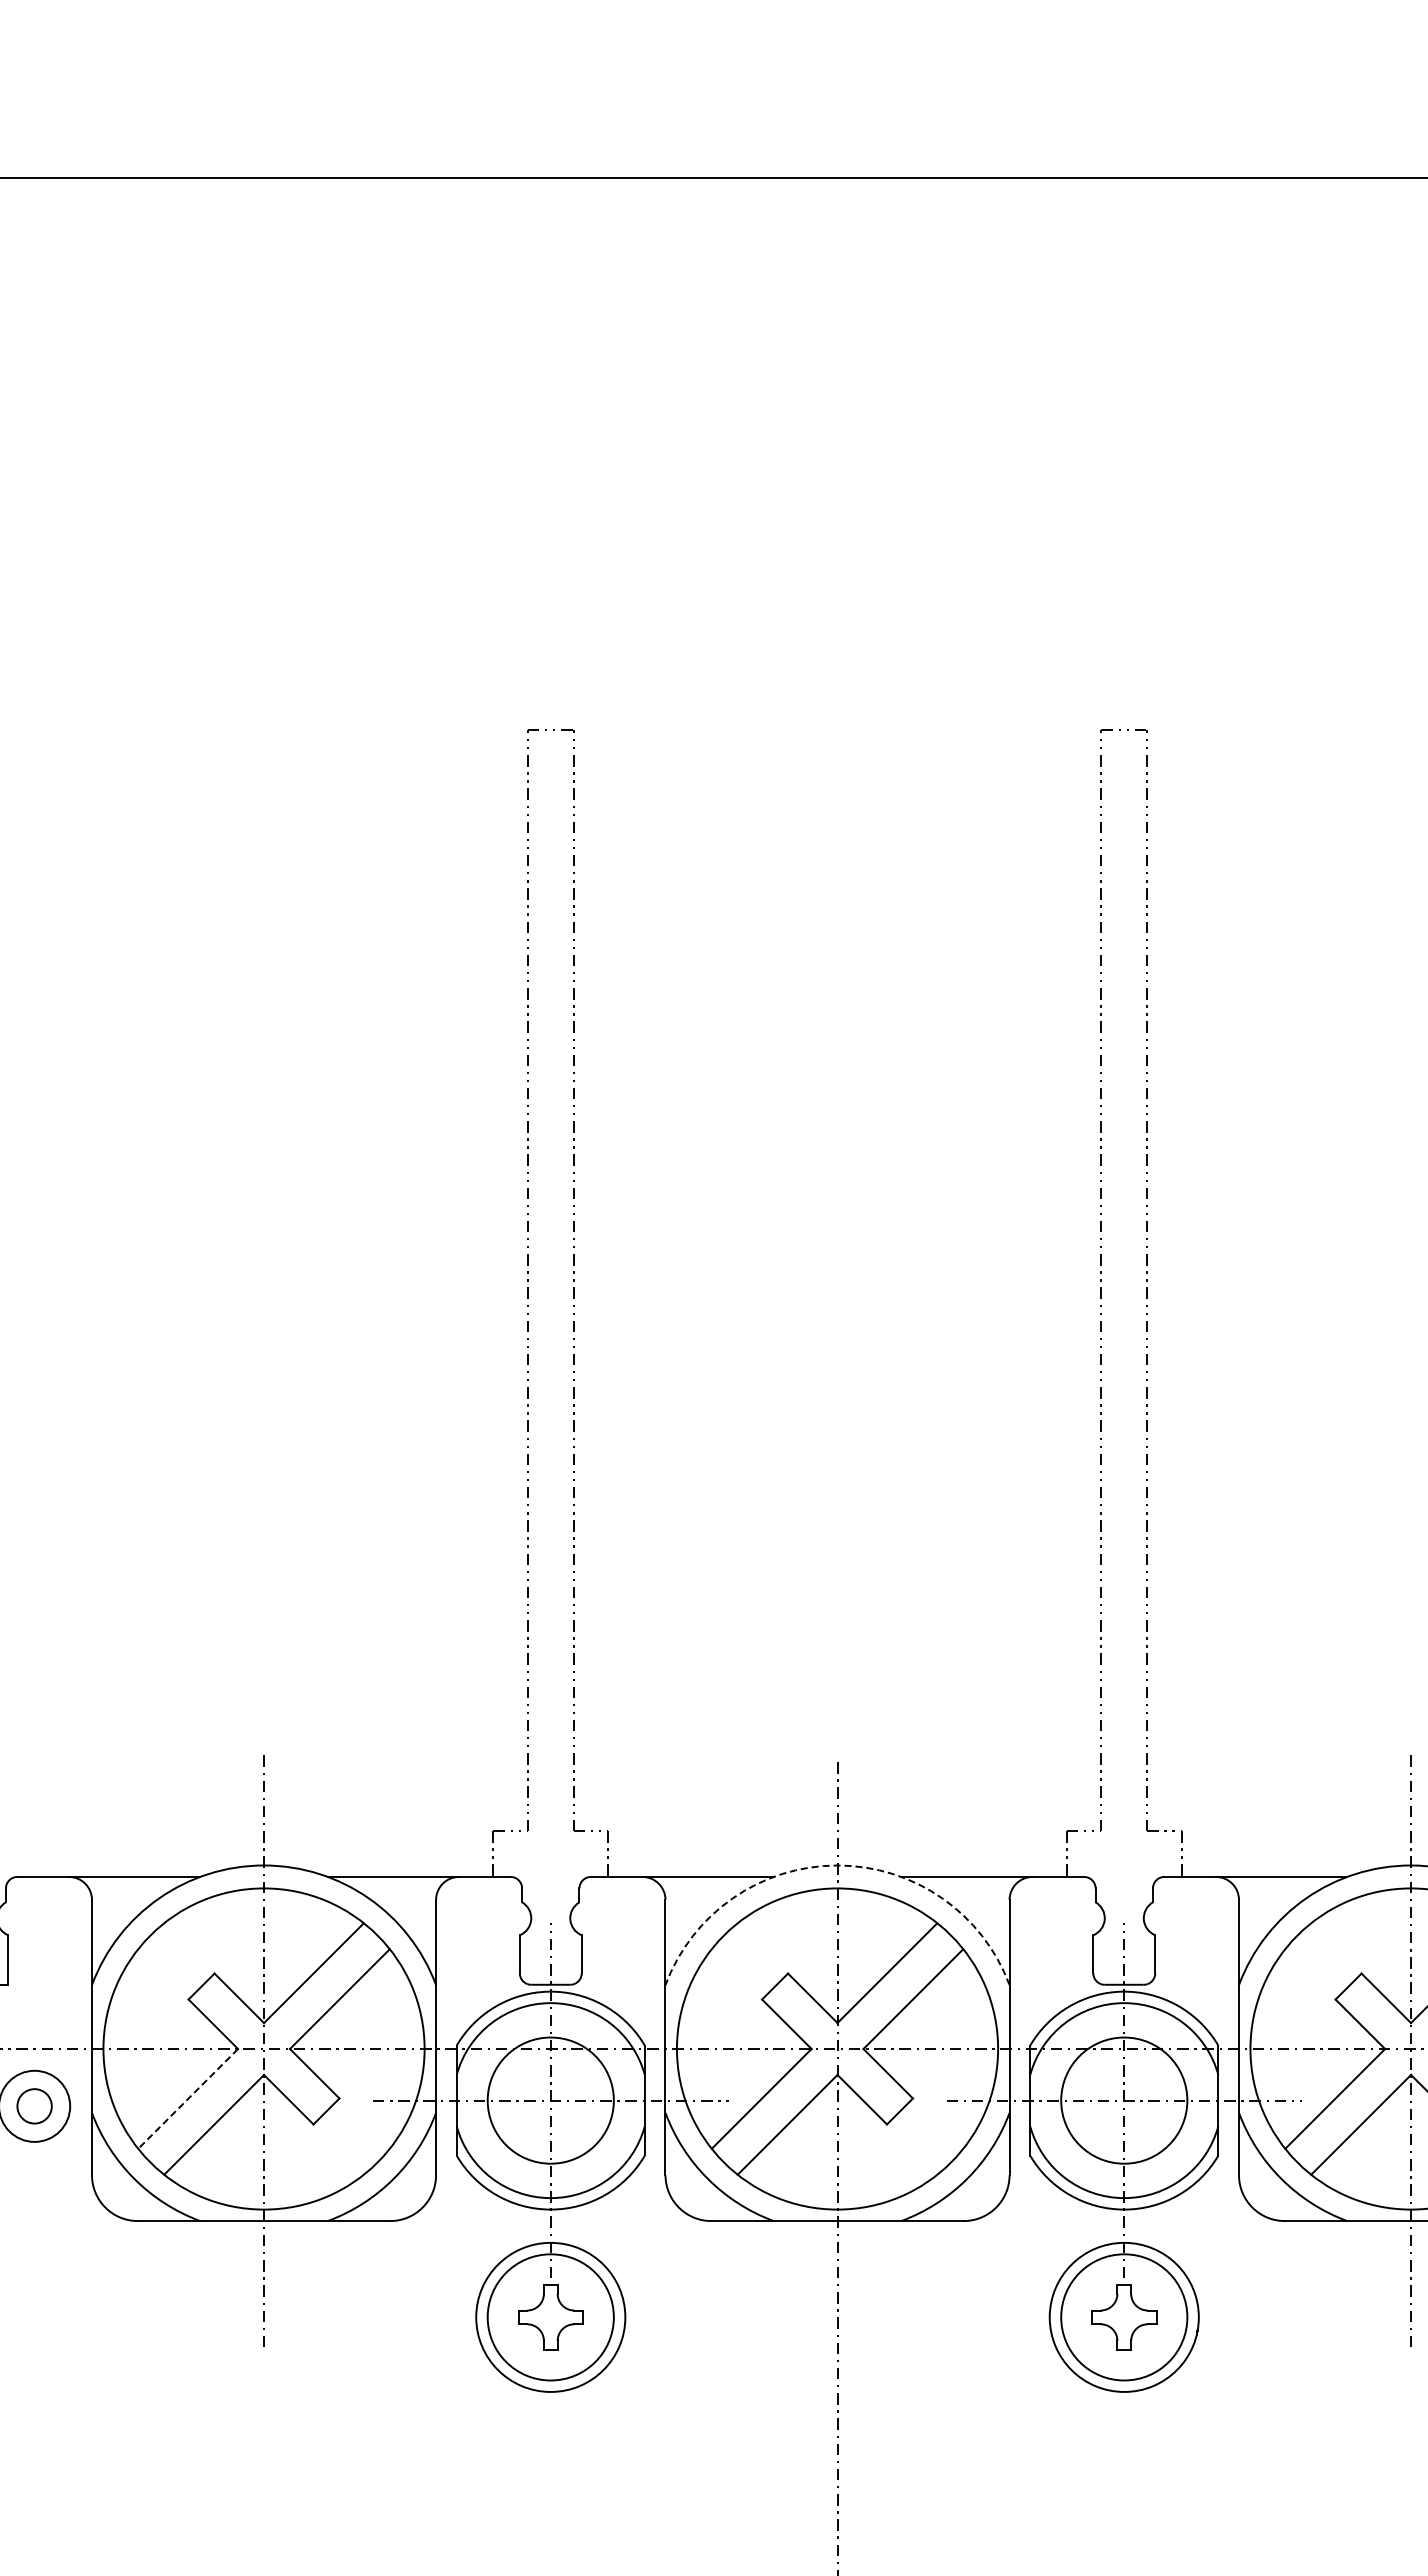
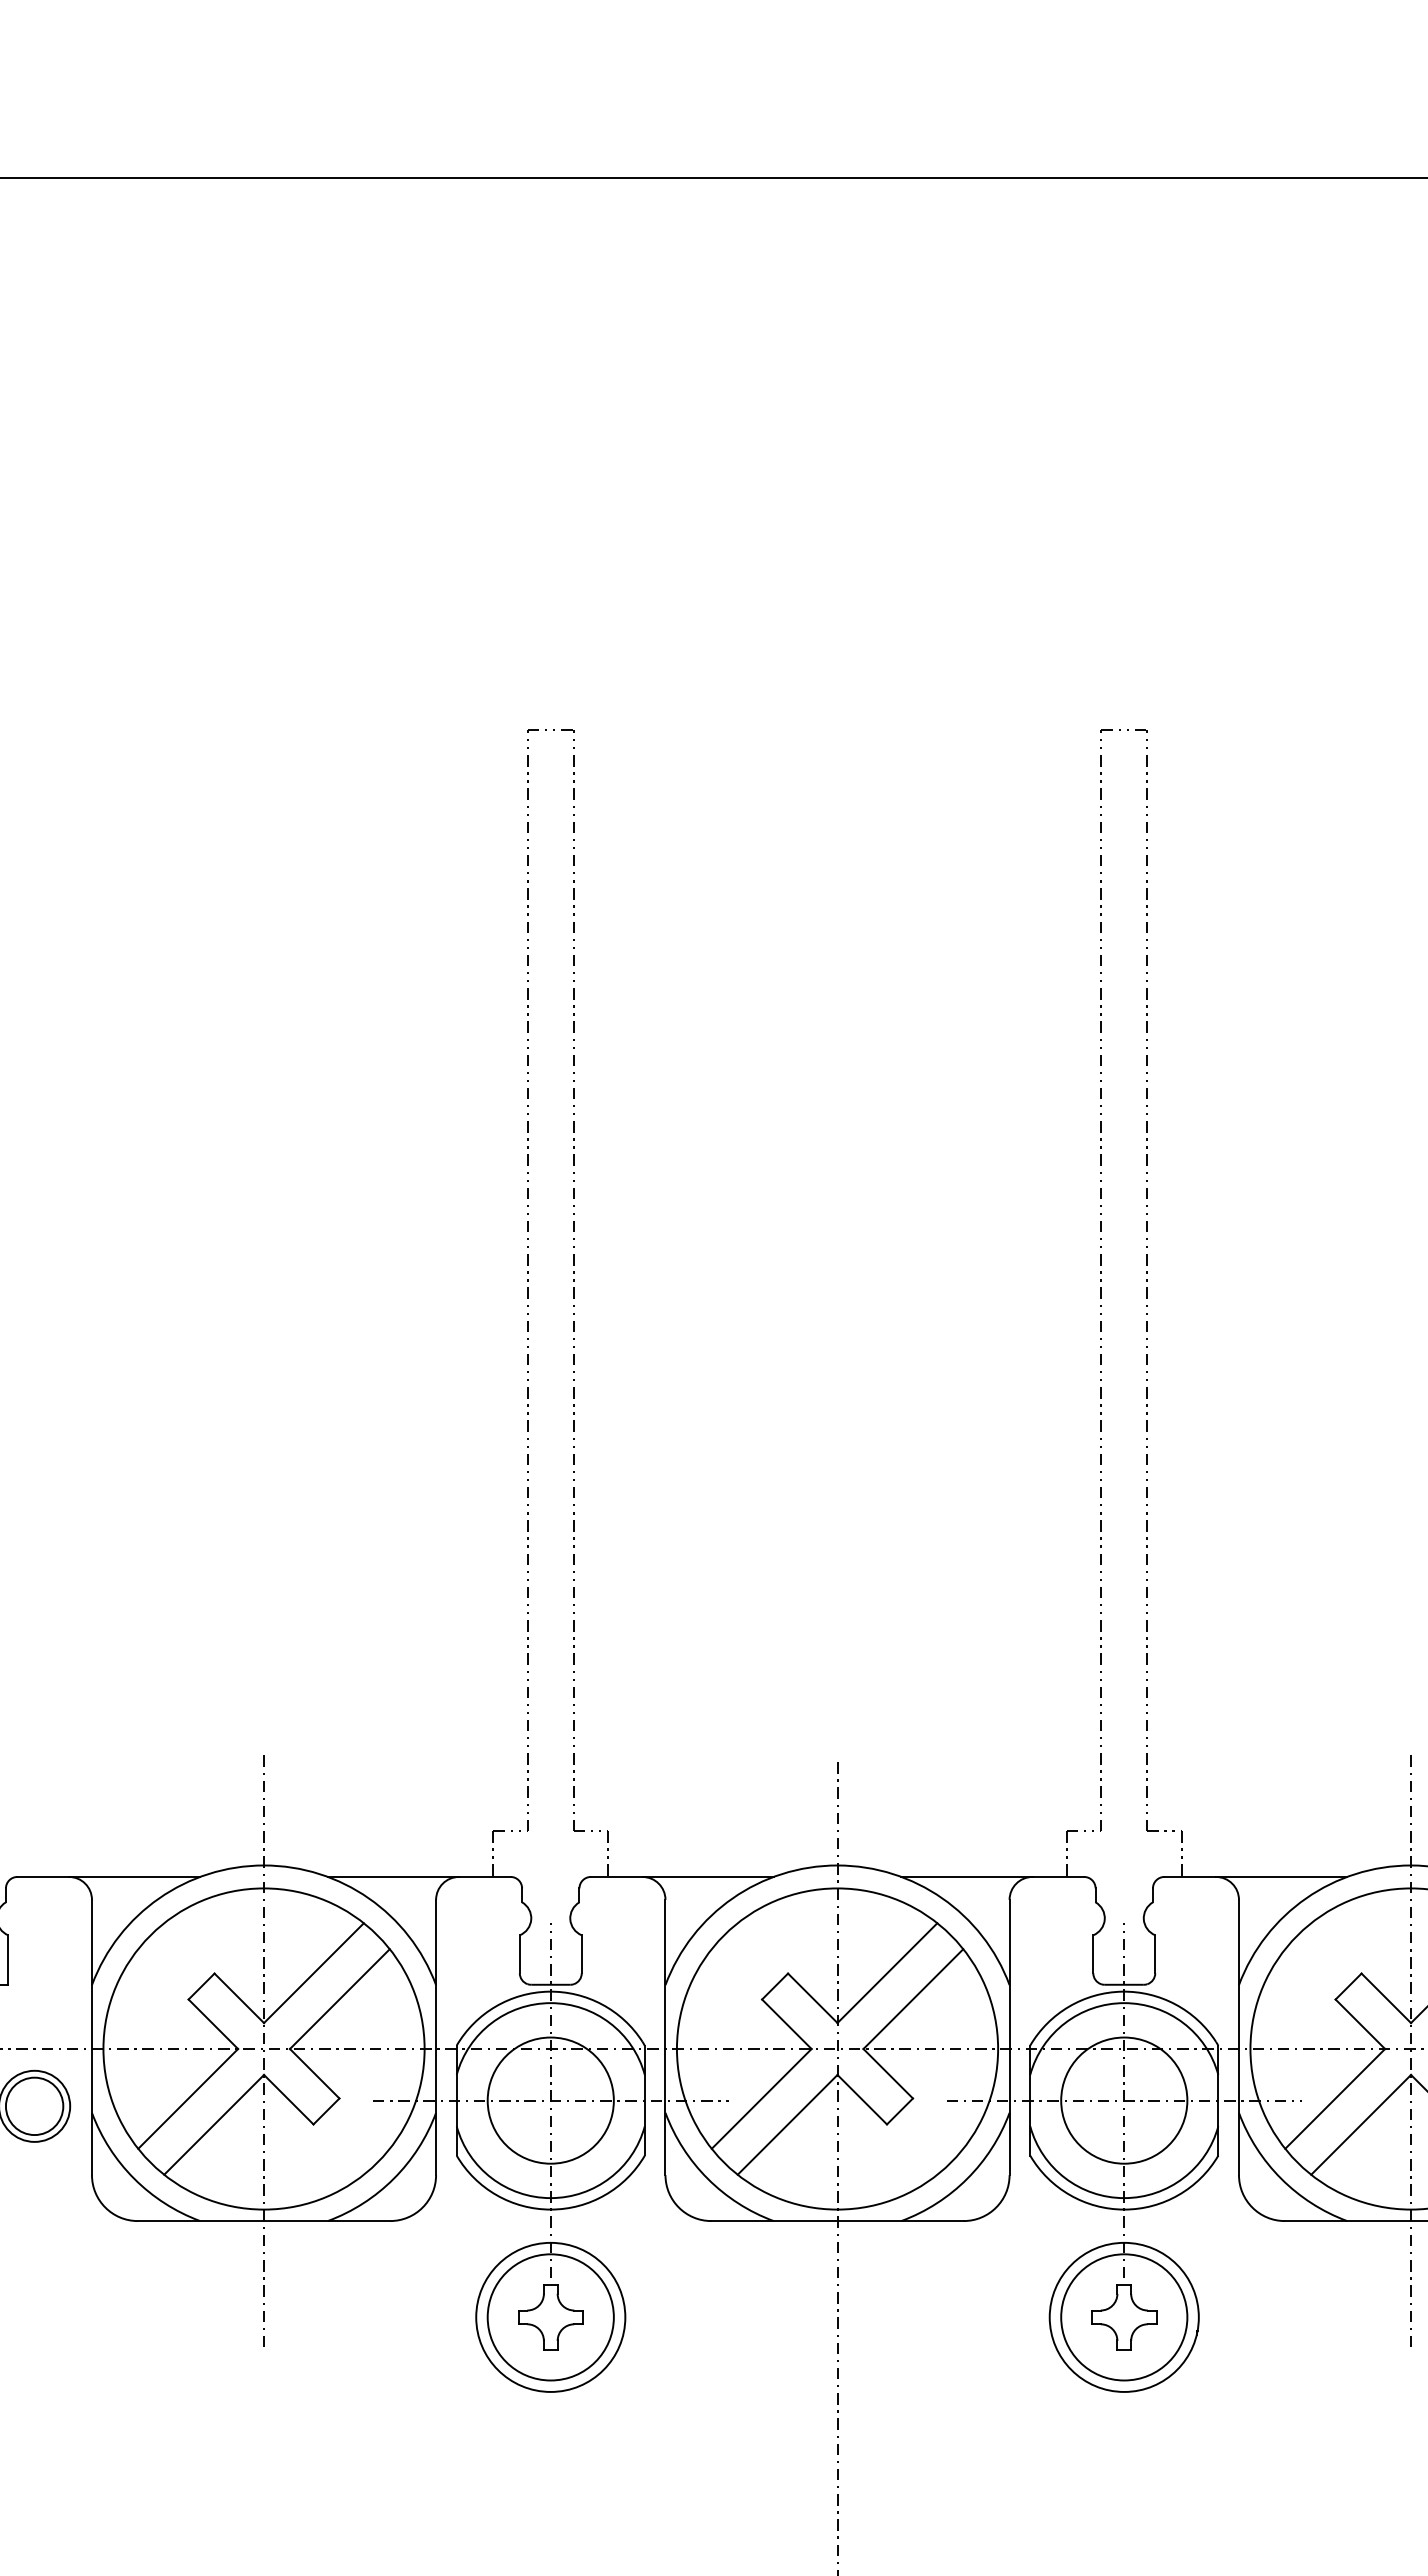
arc at (837, 1865): dashed -> solid
line at (188, 2098): dashed -> solid
circle at (34, 2106) diameter: 34 px -> 57 px
